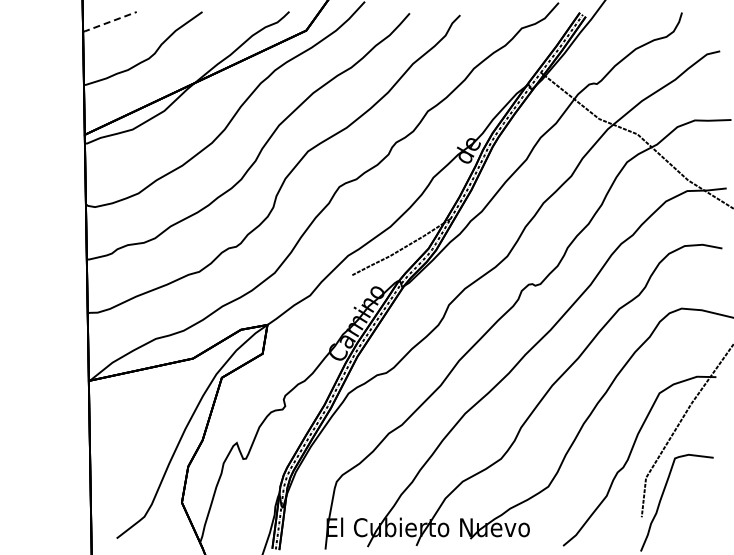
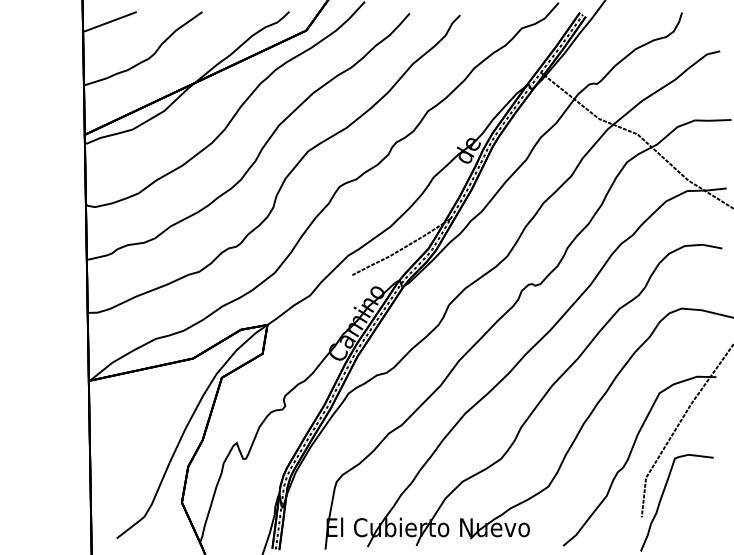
line at (109, 22): dashed -> solid
